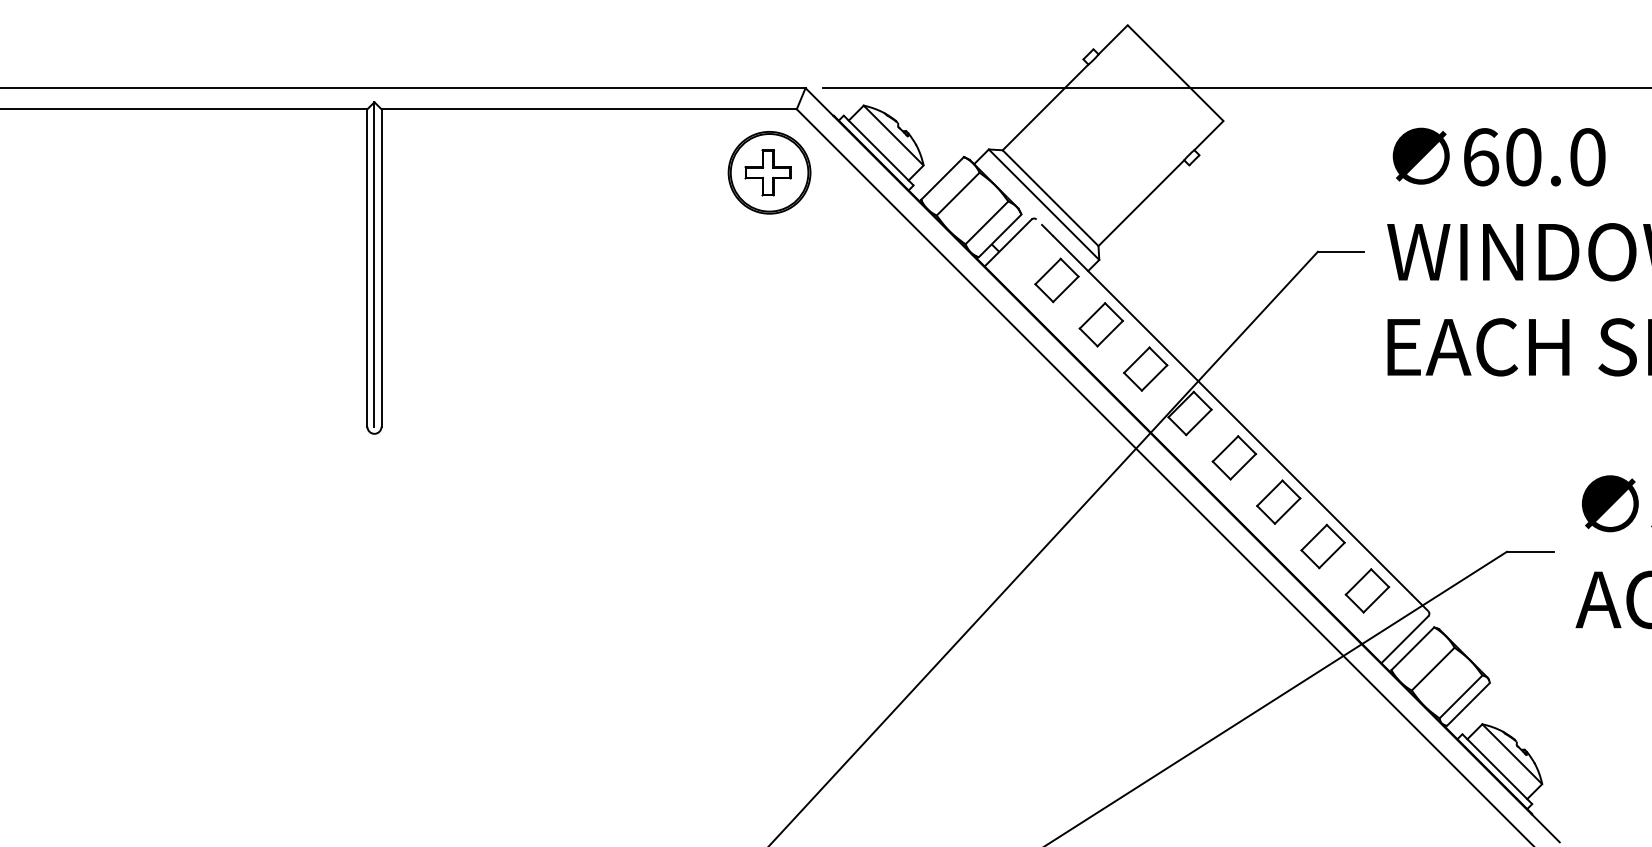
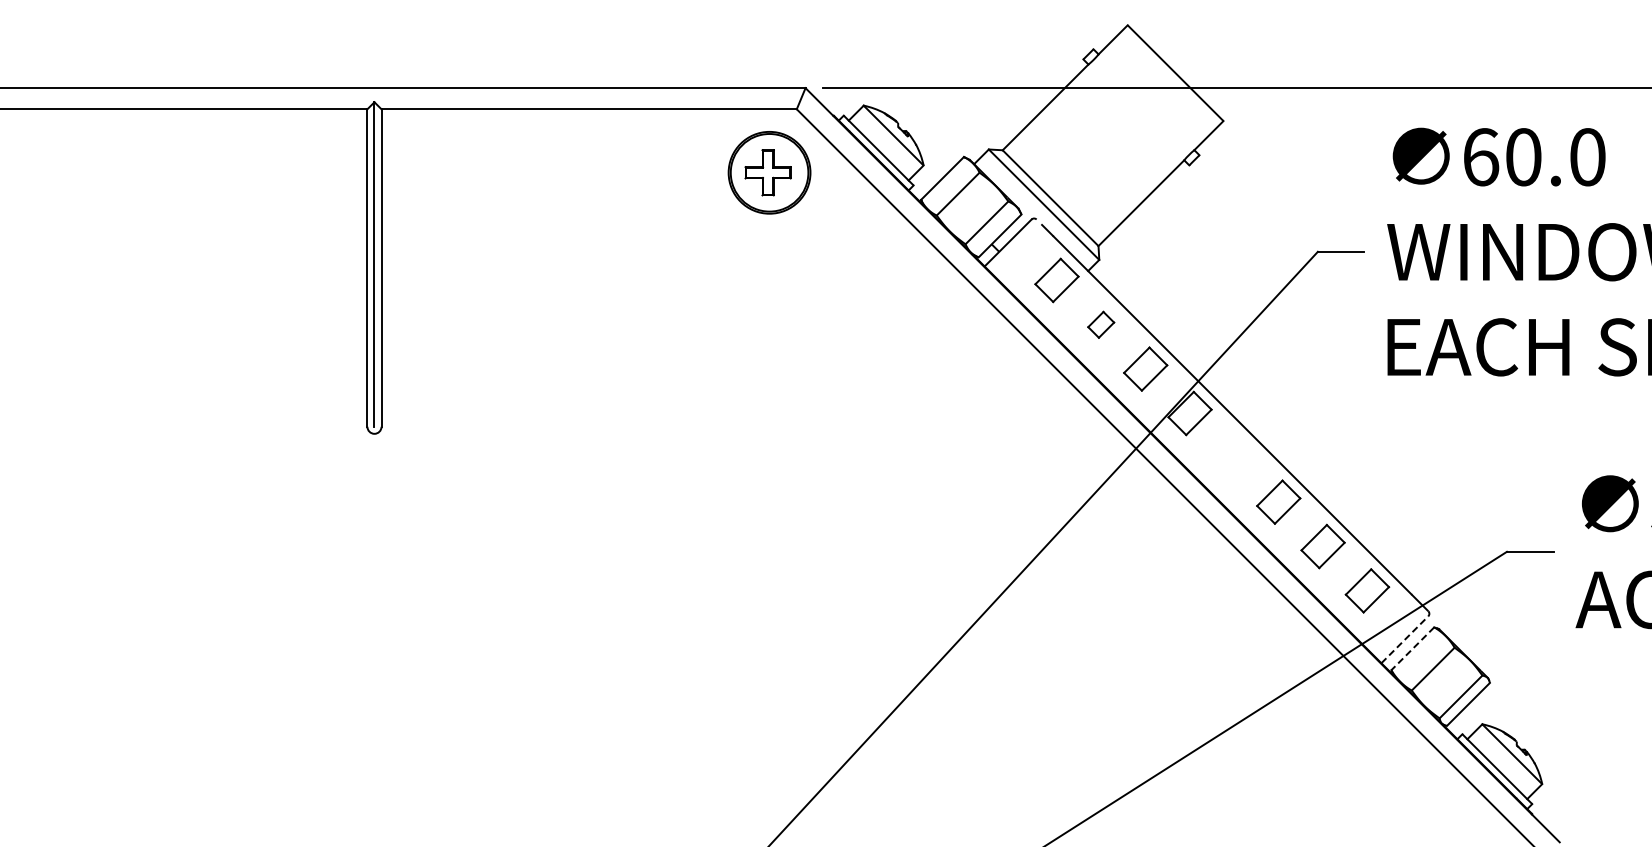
part at (1100, 324) size: 46x46 px -> 29x29 px
part at (1233, 457): present -> none
line at (1405, 639): solid -> dashed
line at (1412, 649): solid -> dashed
